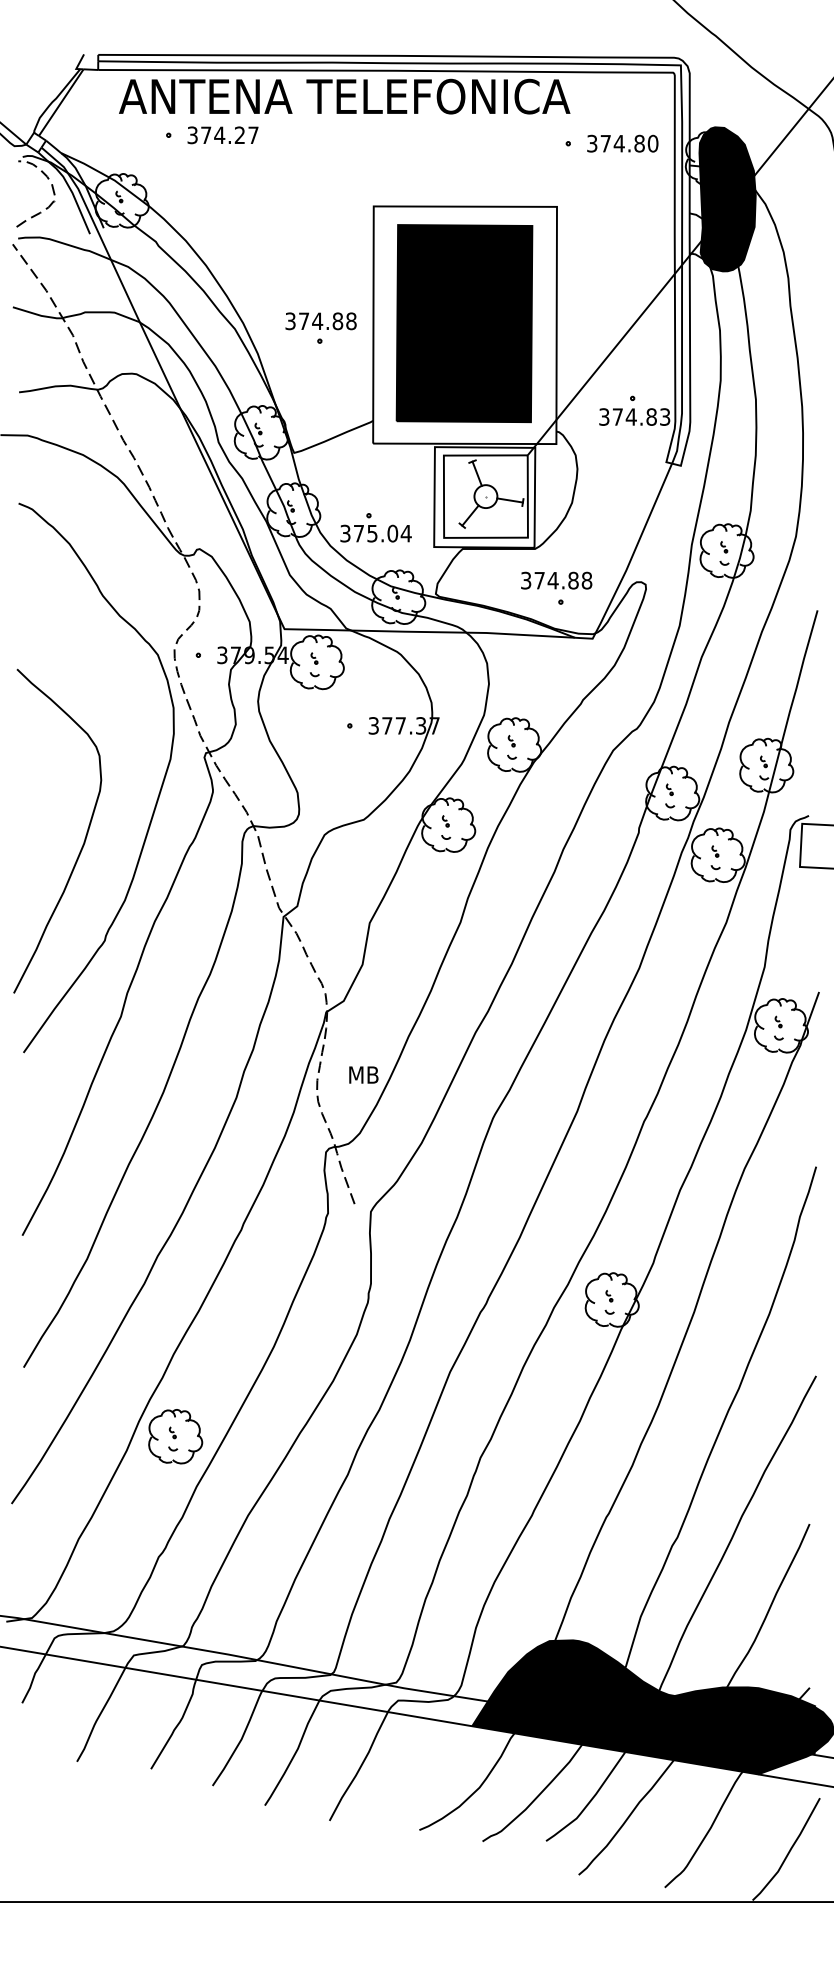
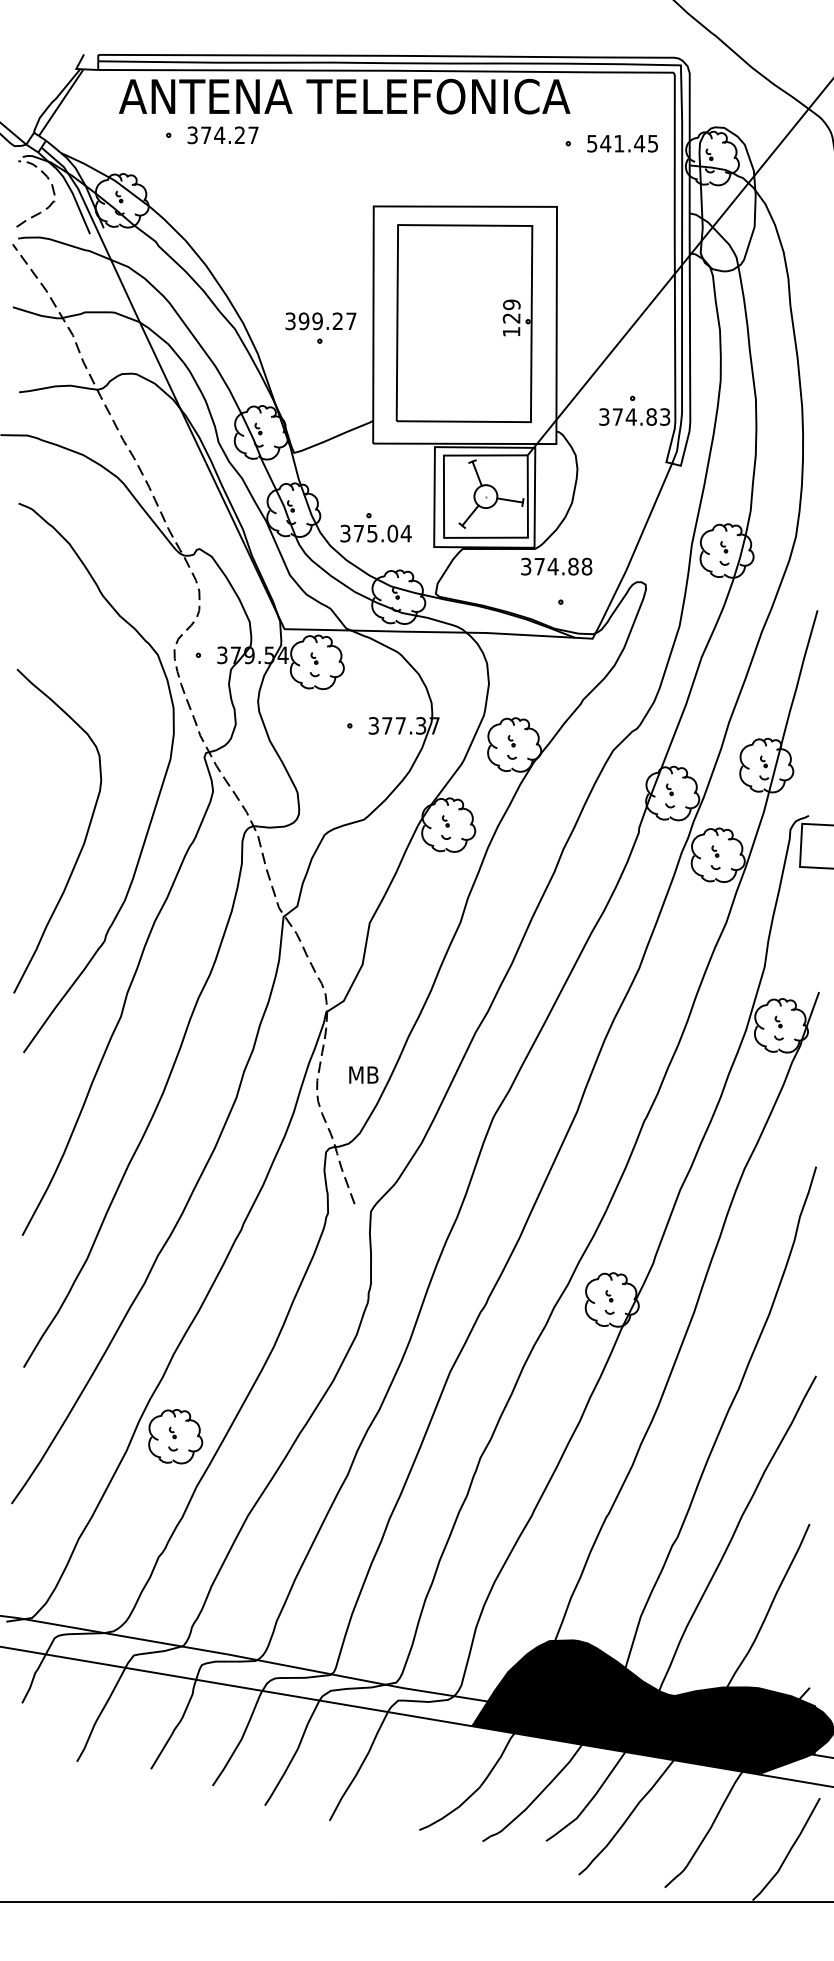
text at (622, 143): 374.80 -> 541.45
fill at (727, 199): present -> none
text at (327, 321): 374.88 -> 399.27
fill at (464, 323): present -> none
text at (556, 580) position: (556, 580) -> (556, 566)
